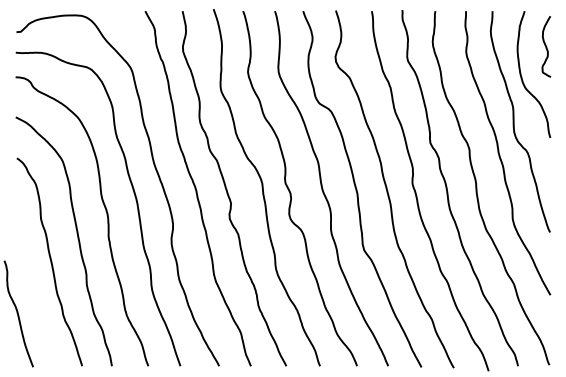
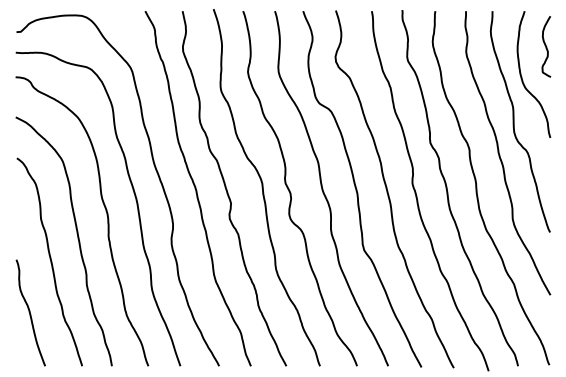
curve at (18, 313) position: (18, 313) -> (30, 312)
